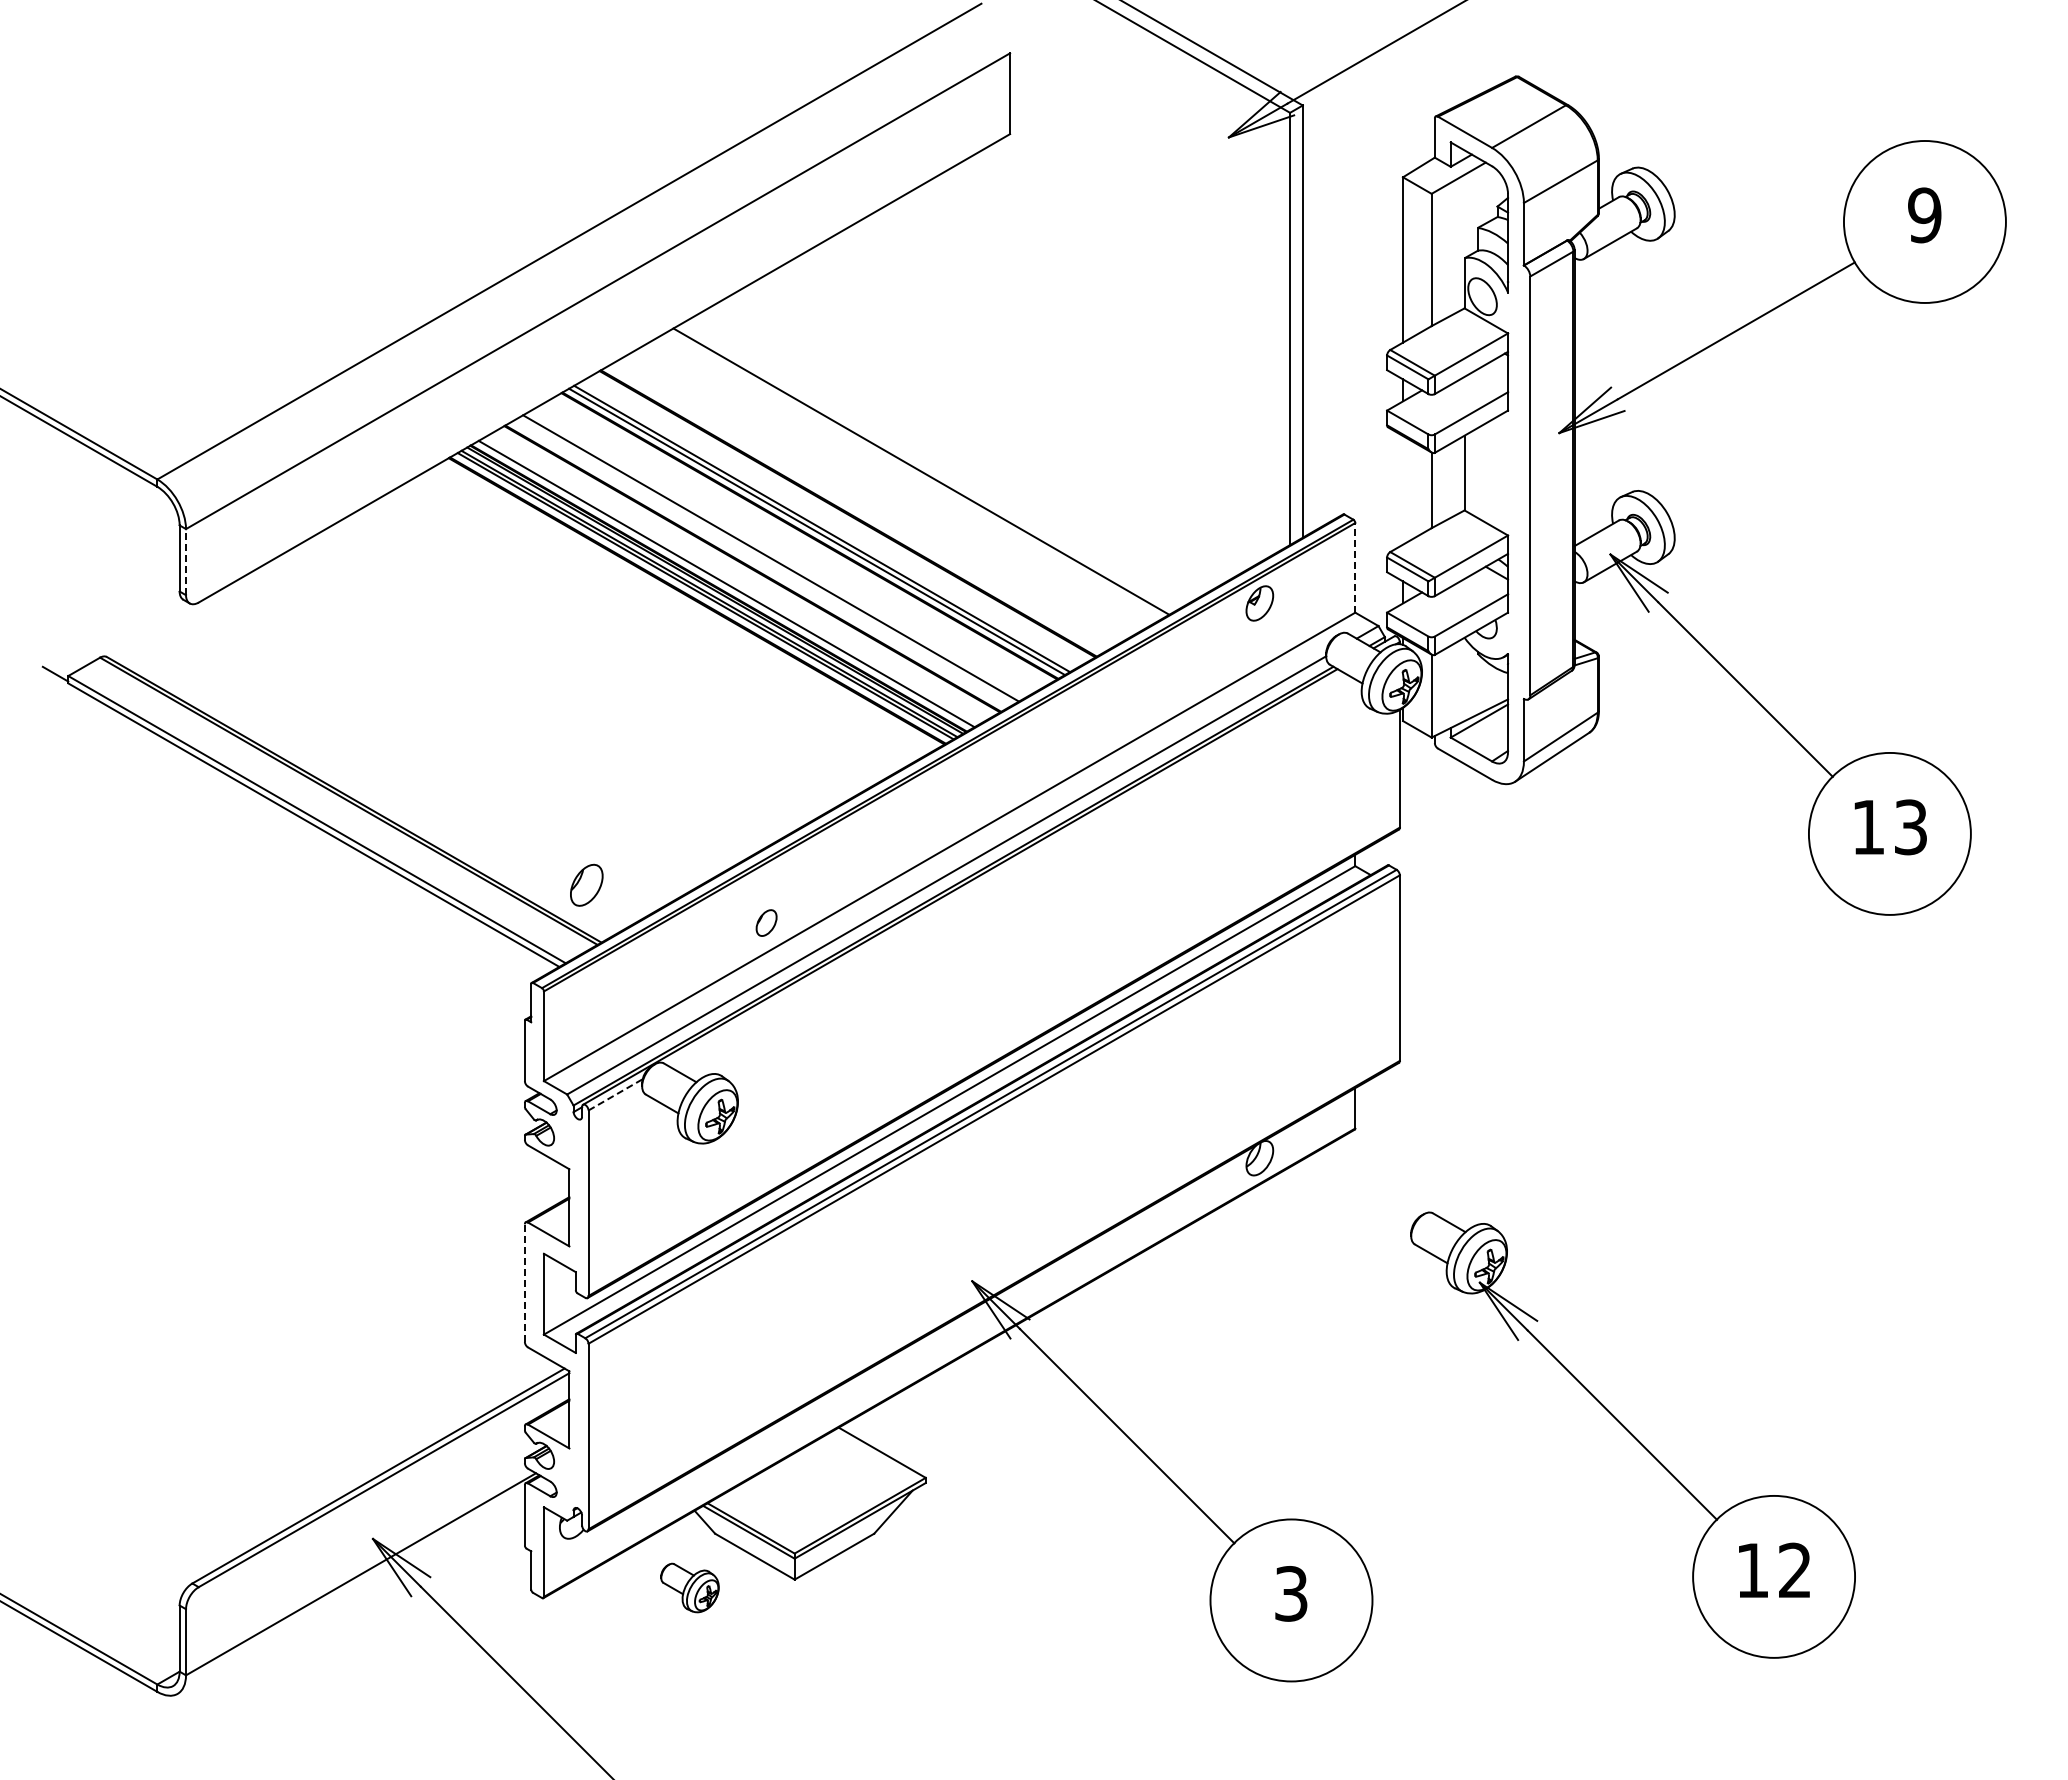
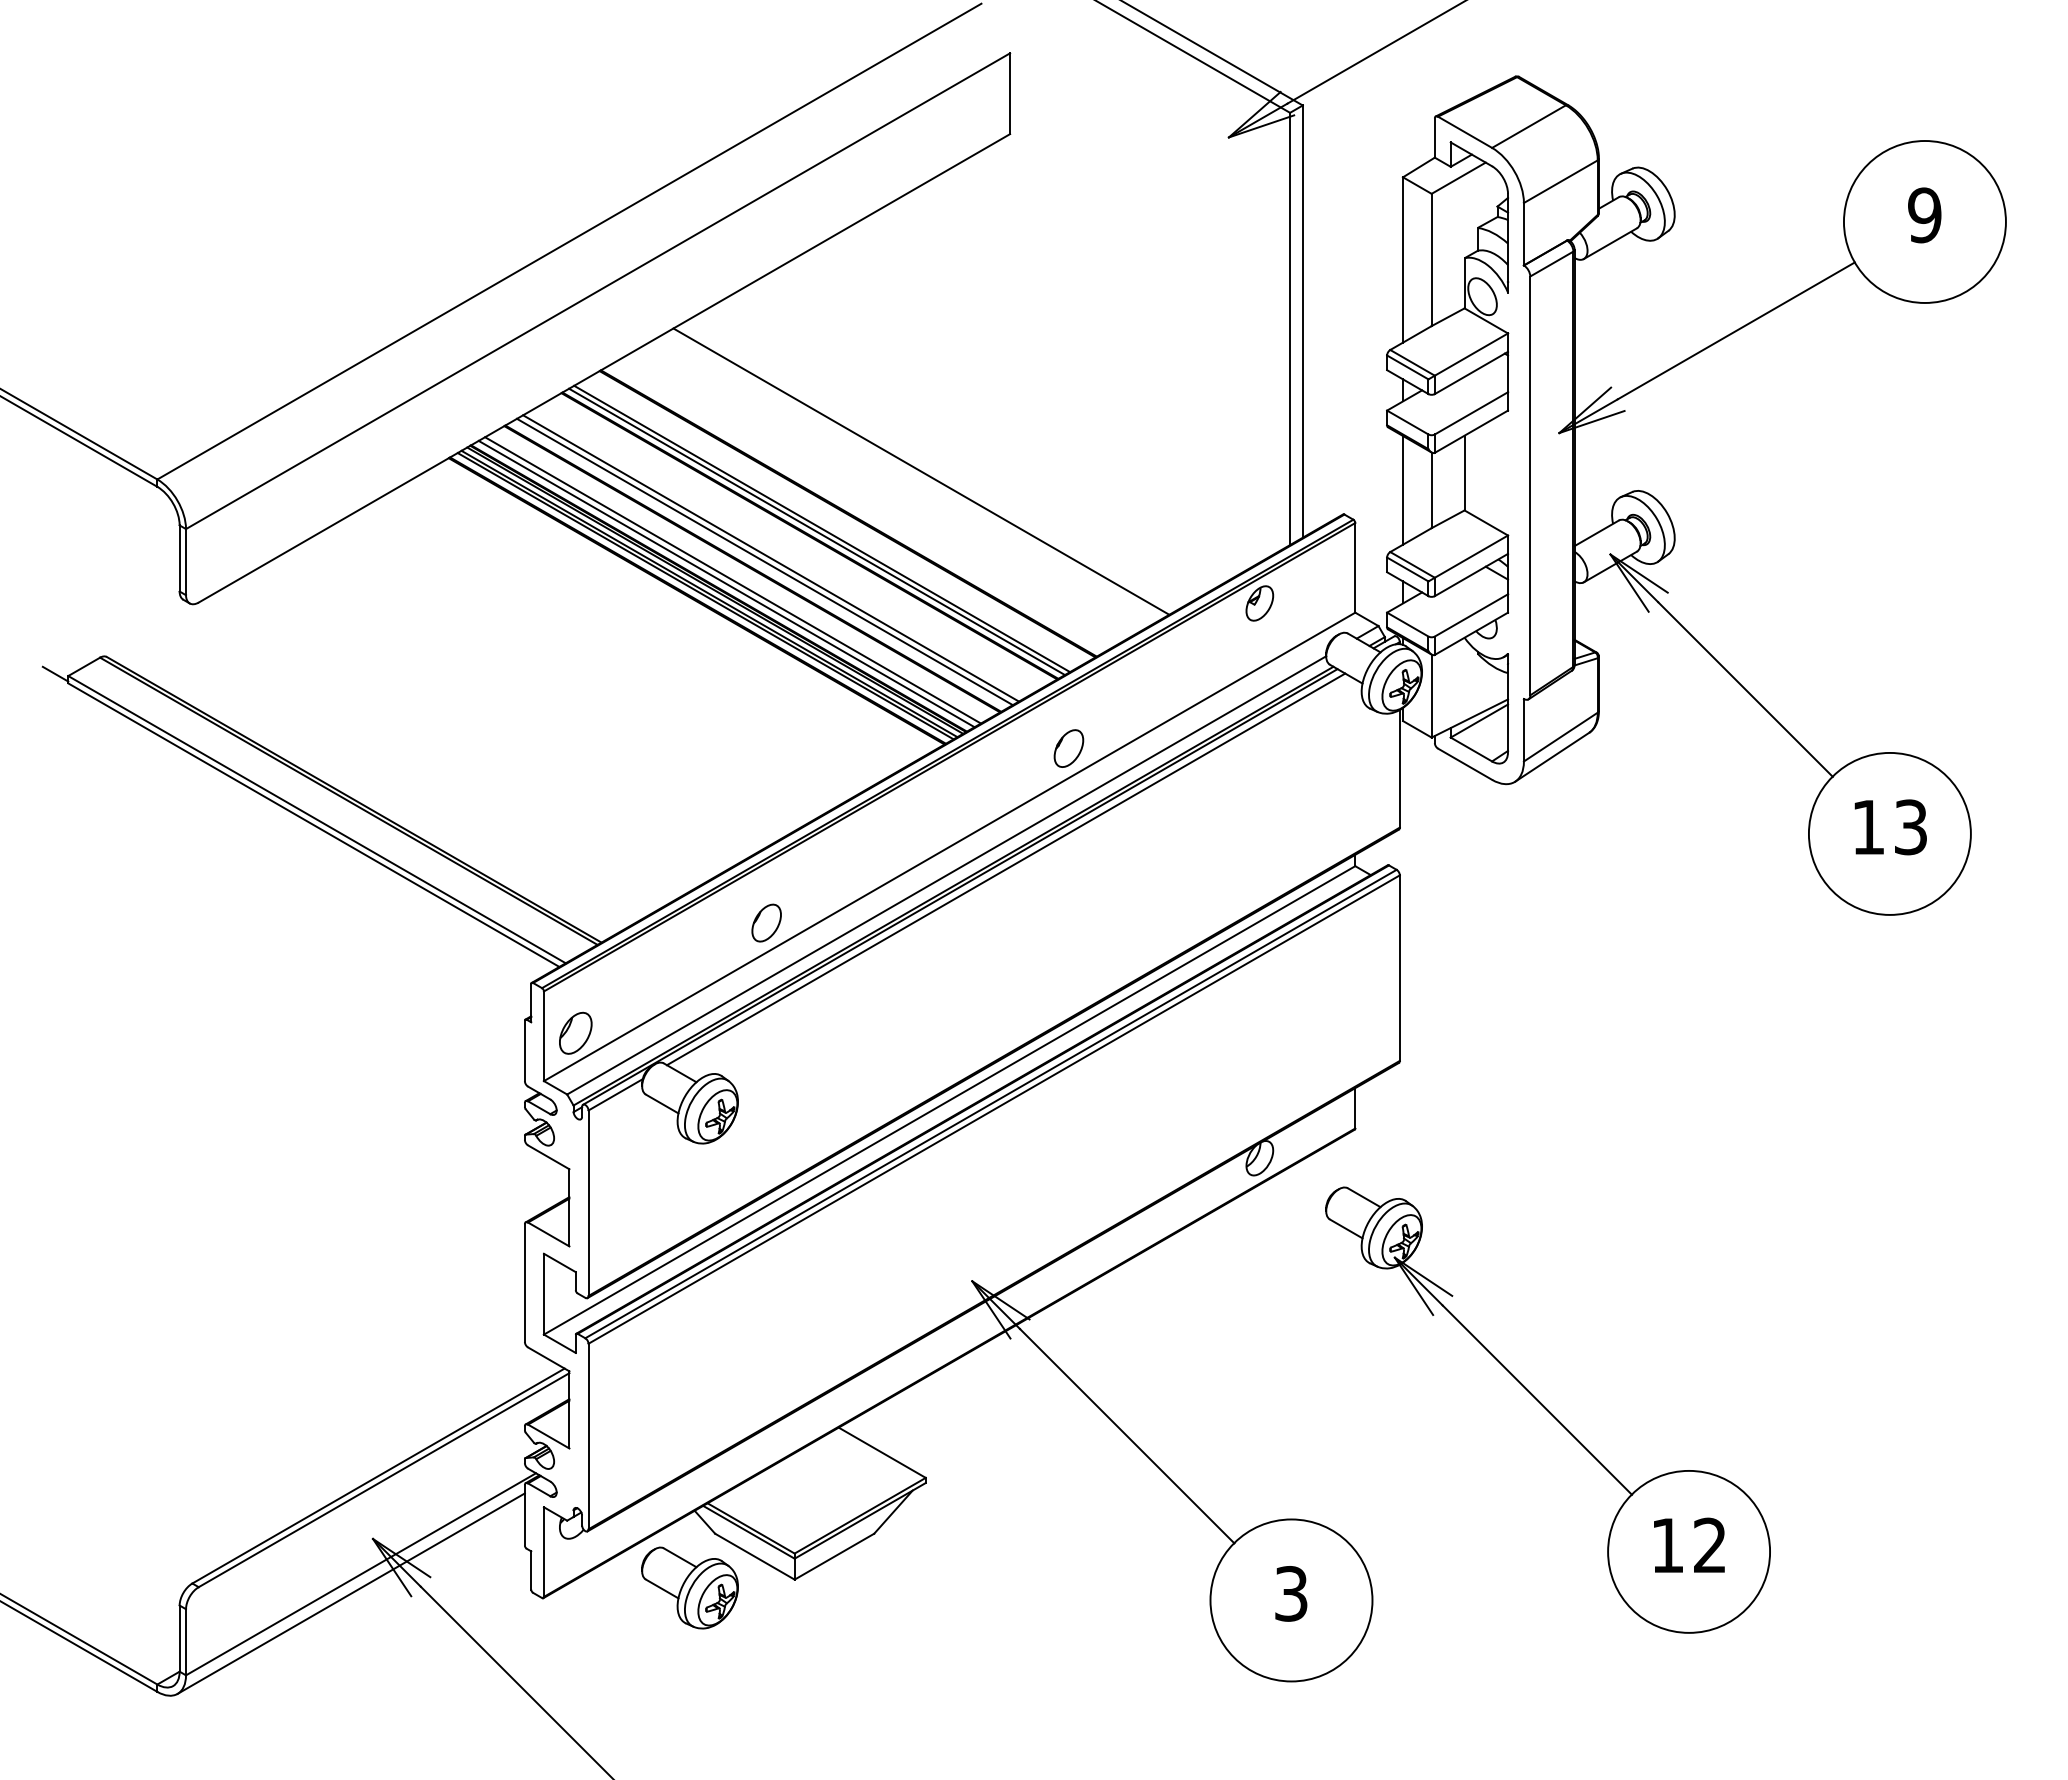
line at (1403, 490): none -> present
line at (186, 561): dashed -> solid
line at (764, 561): none -> present
line at (1355, 567): dashed -> solid
line at (732, 580): none -> present
part at (1068, 748): none -> present
line at (1005, 869): none -> present
part at (586, 884) position: (586, 884) -> (575, 1032)
part at (766, 922) size: 23x28 px -> 31x40 px
line at (616, 1094): dashed -> solid
line at (524, 1283): dashed -> solid
part at (1632, 1434) position: (1632, 1434) -> (1547, 1409)
part at (689, 1587) size: 60x52 px -> 98x84 px
line at (350, 1593): none -> present
